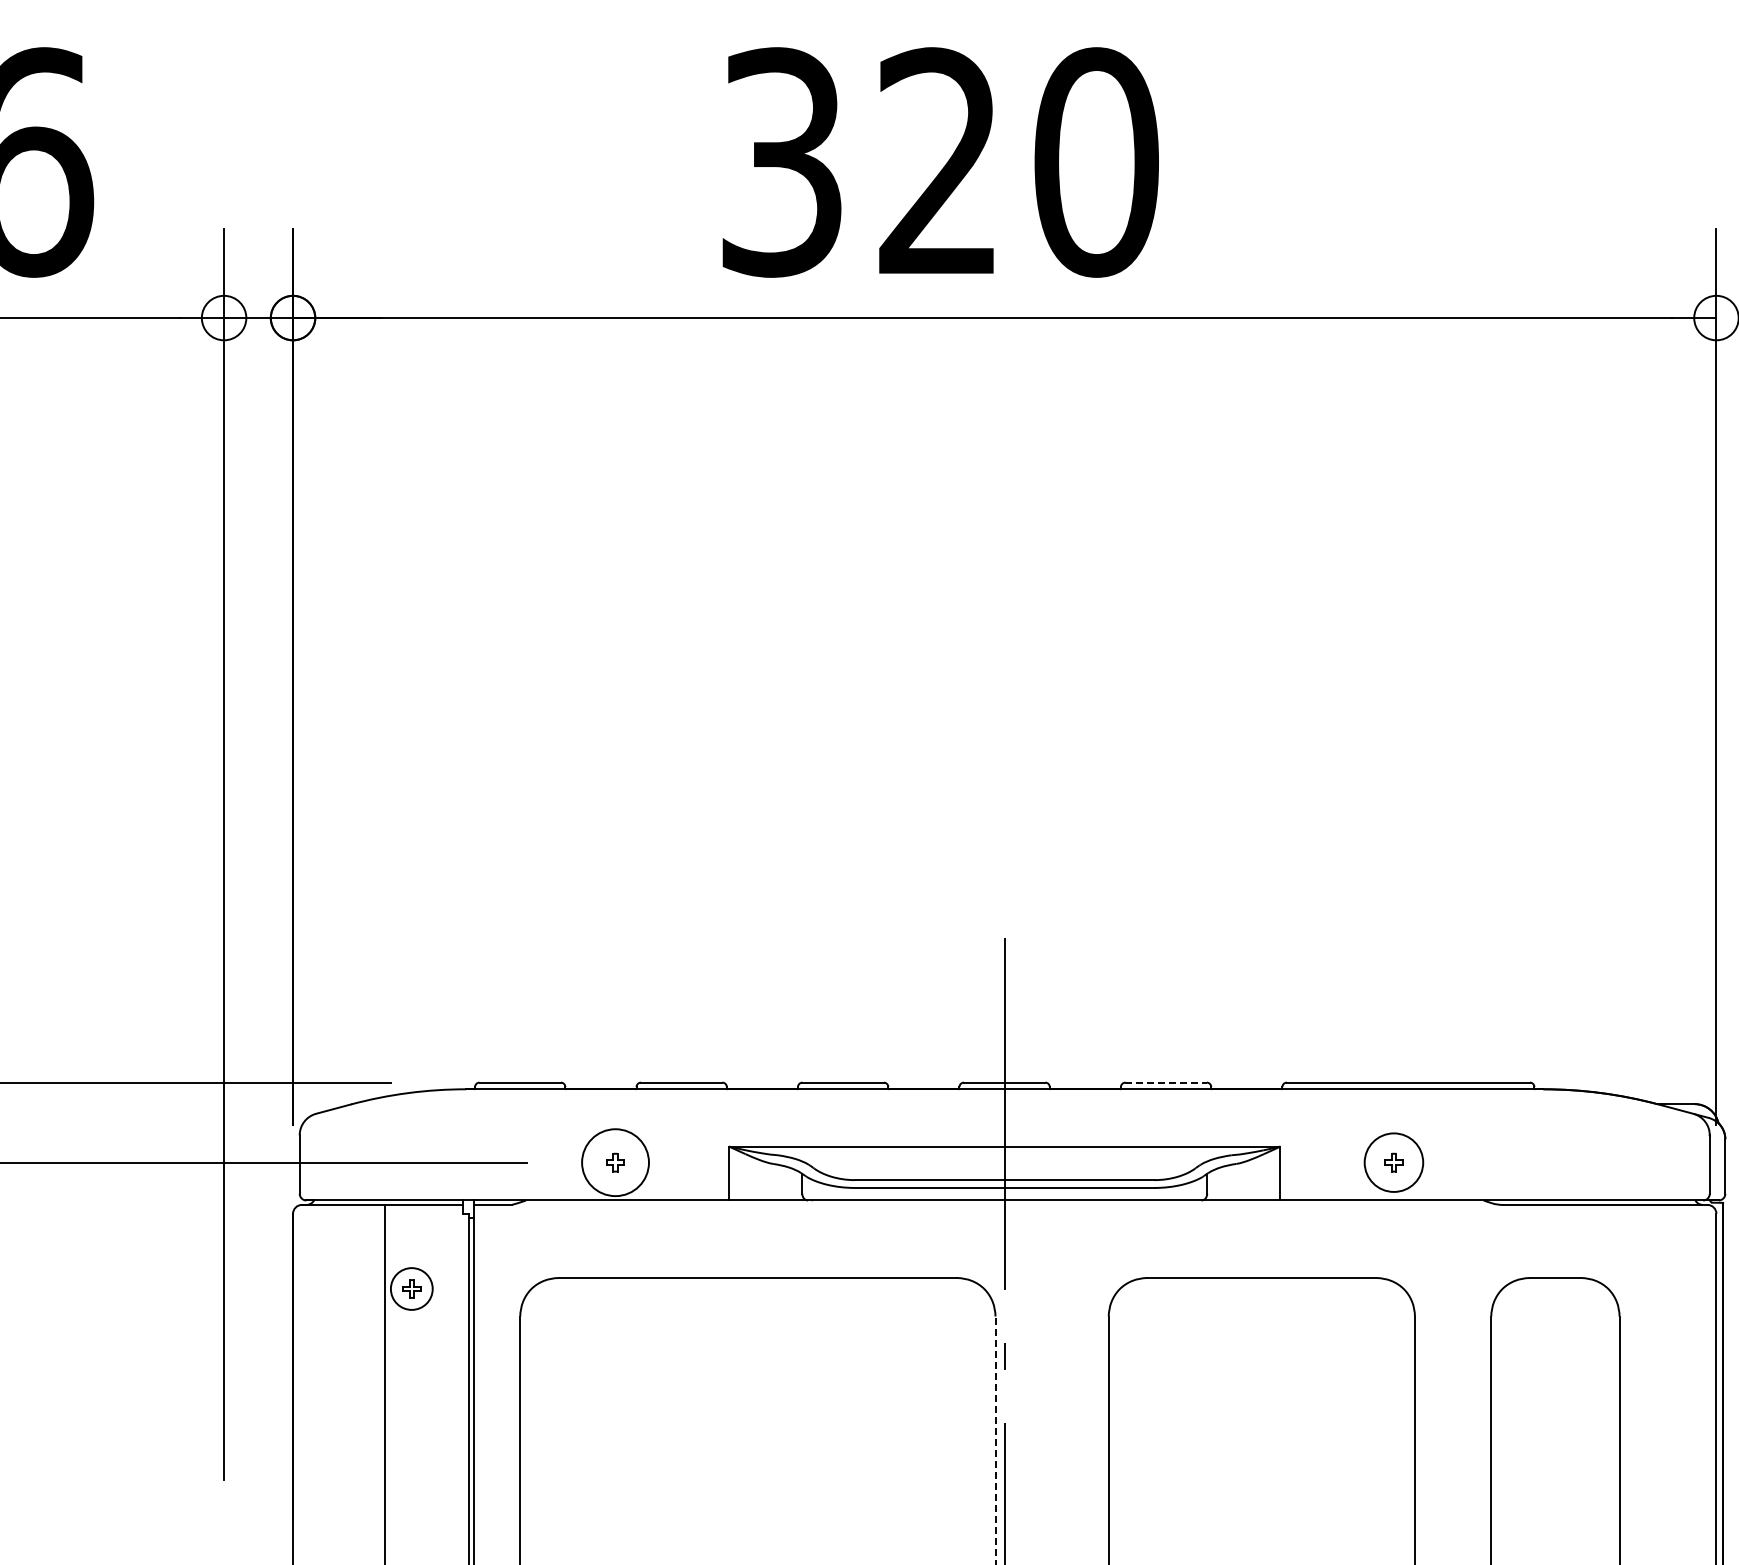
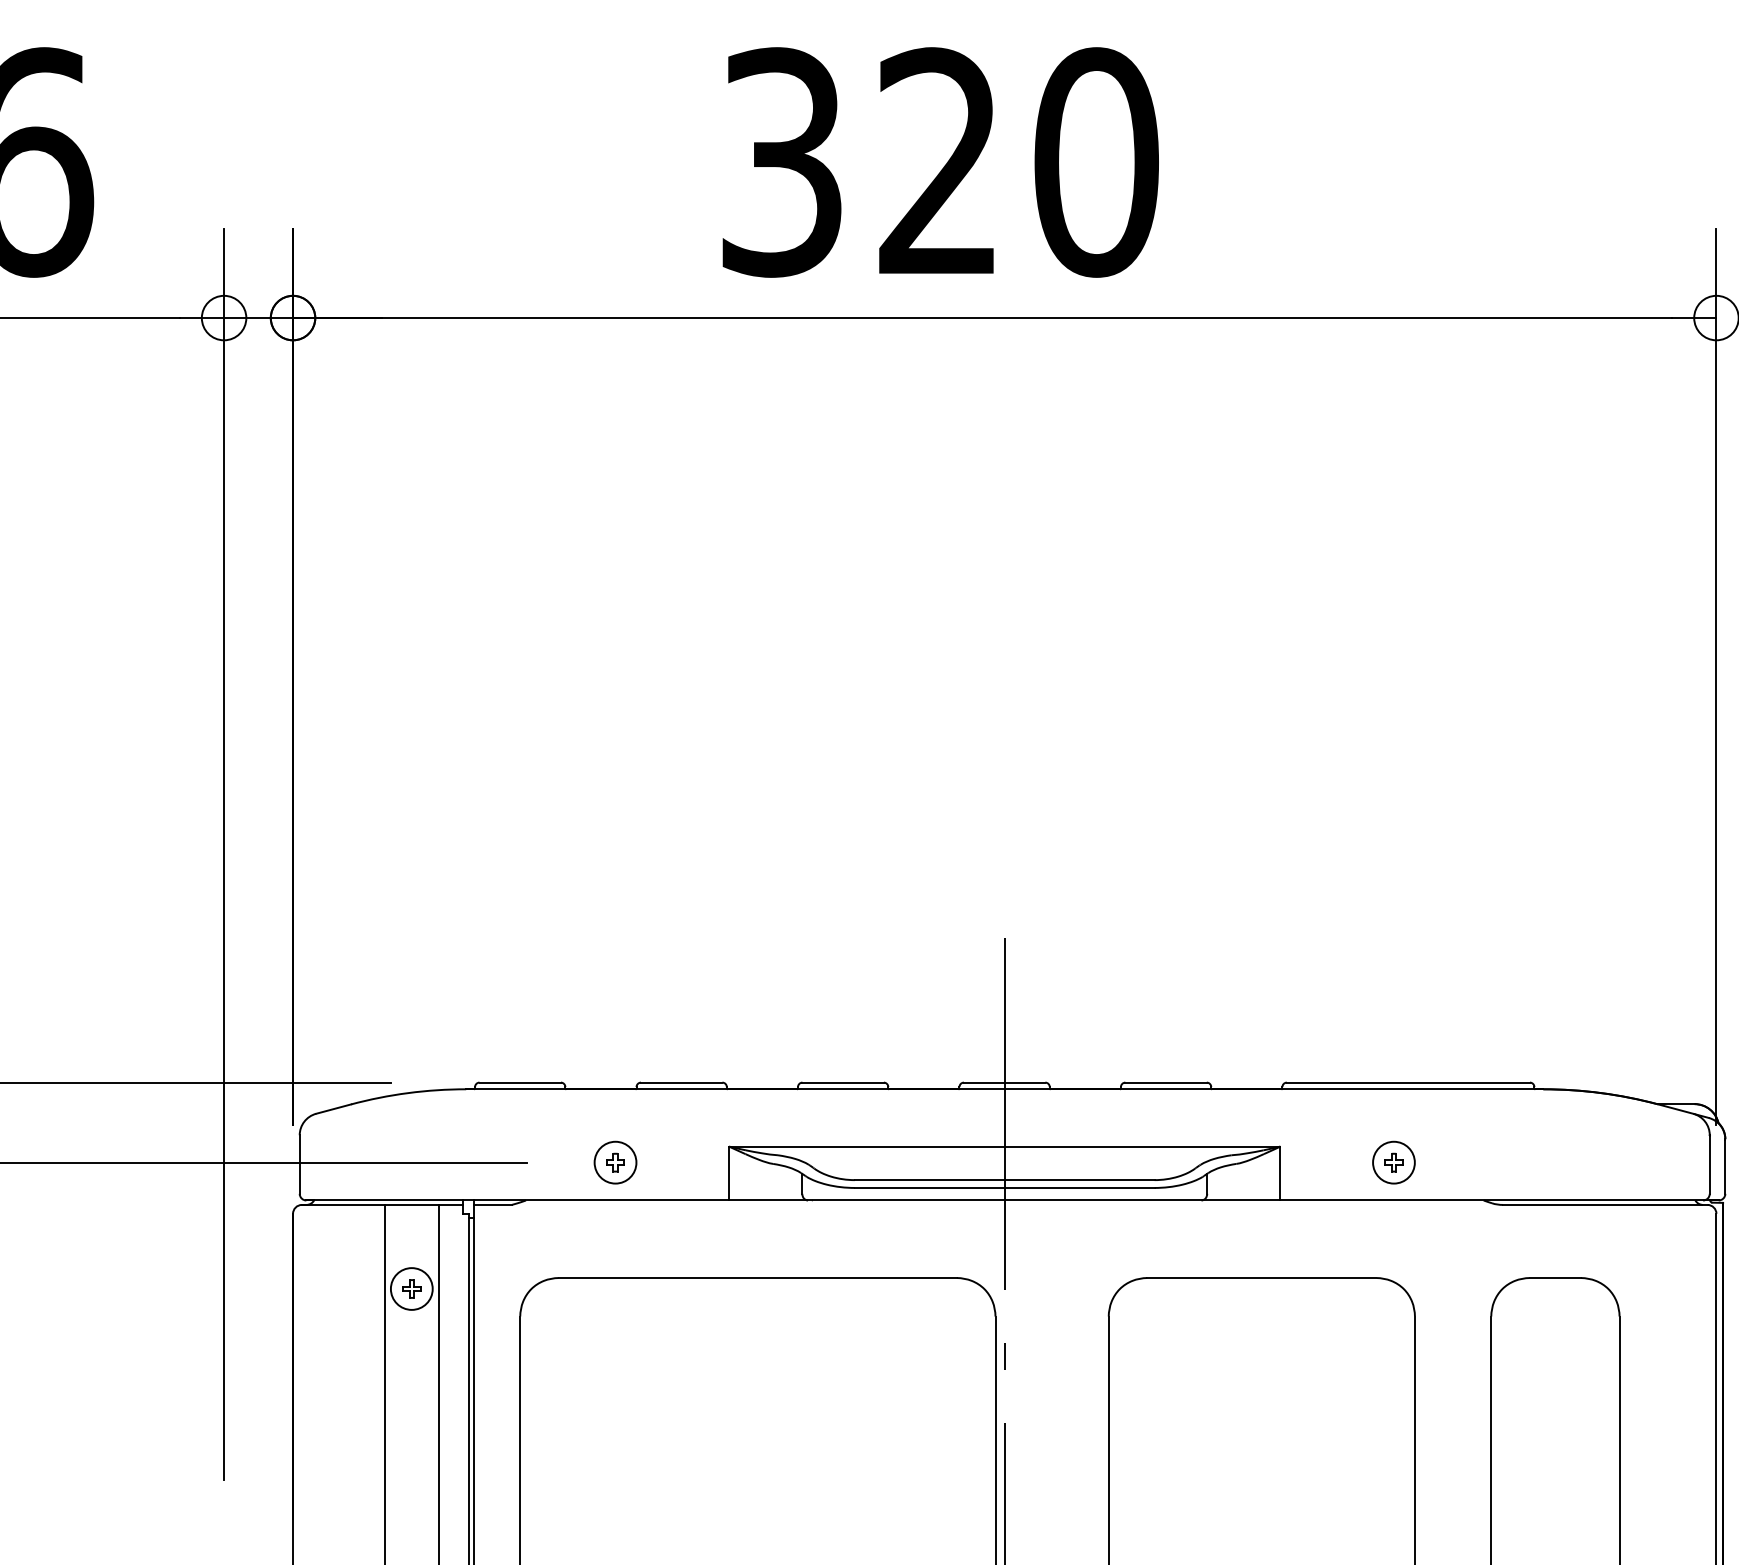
line at (1166, 1082): dashed -> solid
circle at (615, 1162) diameter: 67 px -> 42 px
circle at (1393, 1162) diameter: 59 px -> 42 px
line at (438, 1382): none -> present
line at (995, 1440): dashed -> solid
